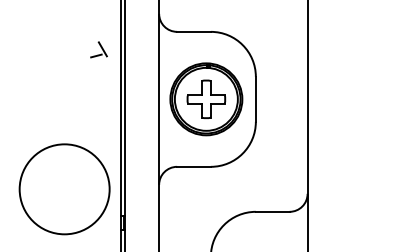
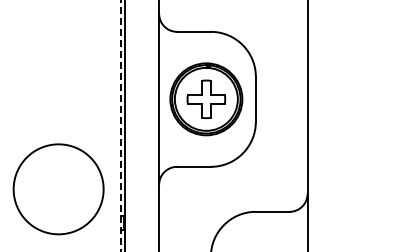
part at (98, 49): present -> none
line at (120, 125): solid -> dashed
circle at (64, 189) position: (64, 189) -> (58, 189)
